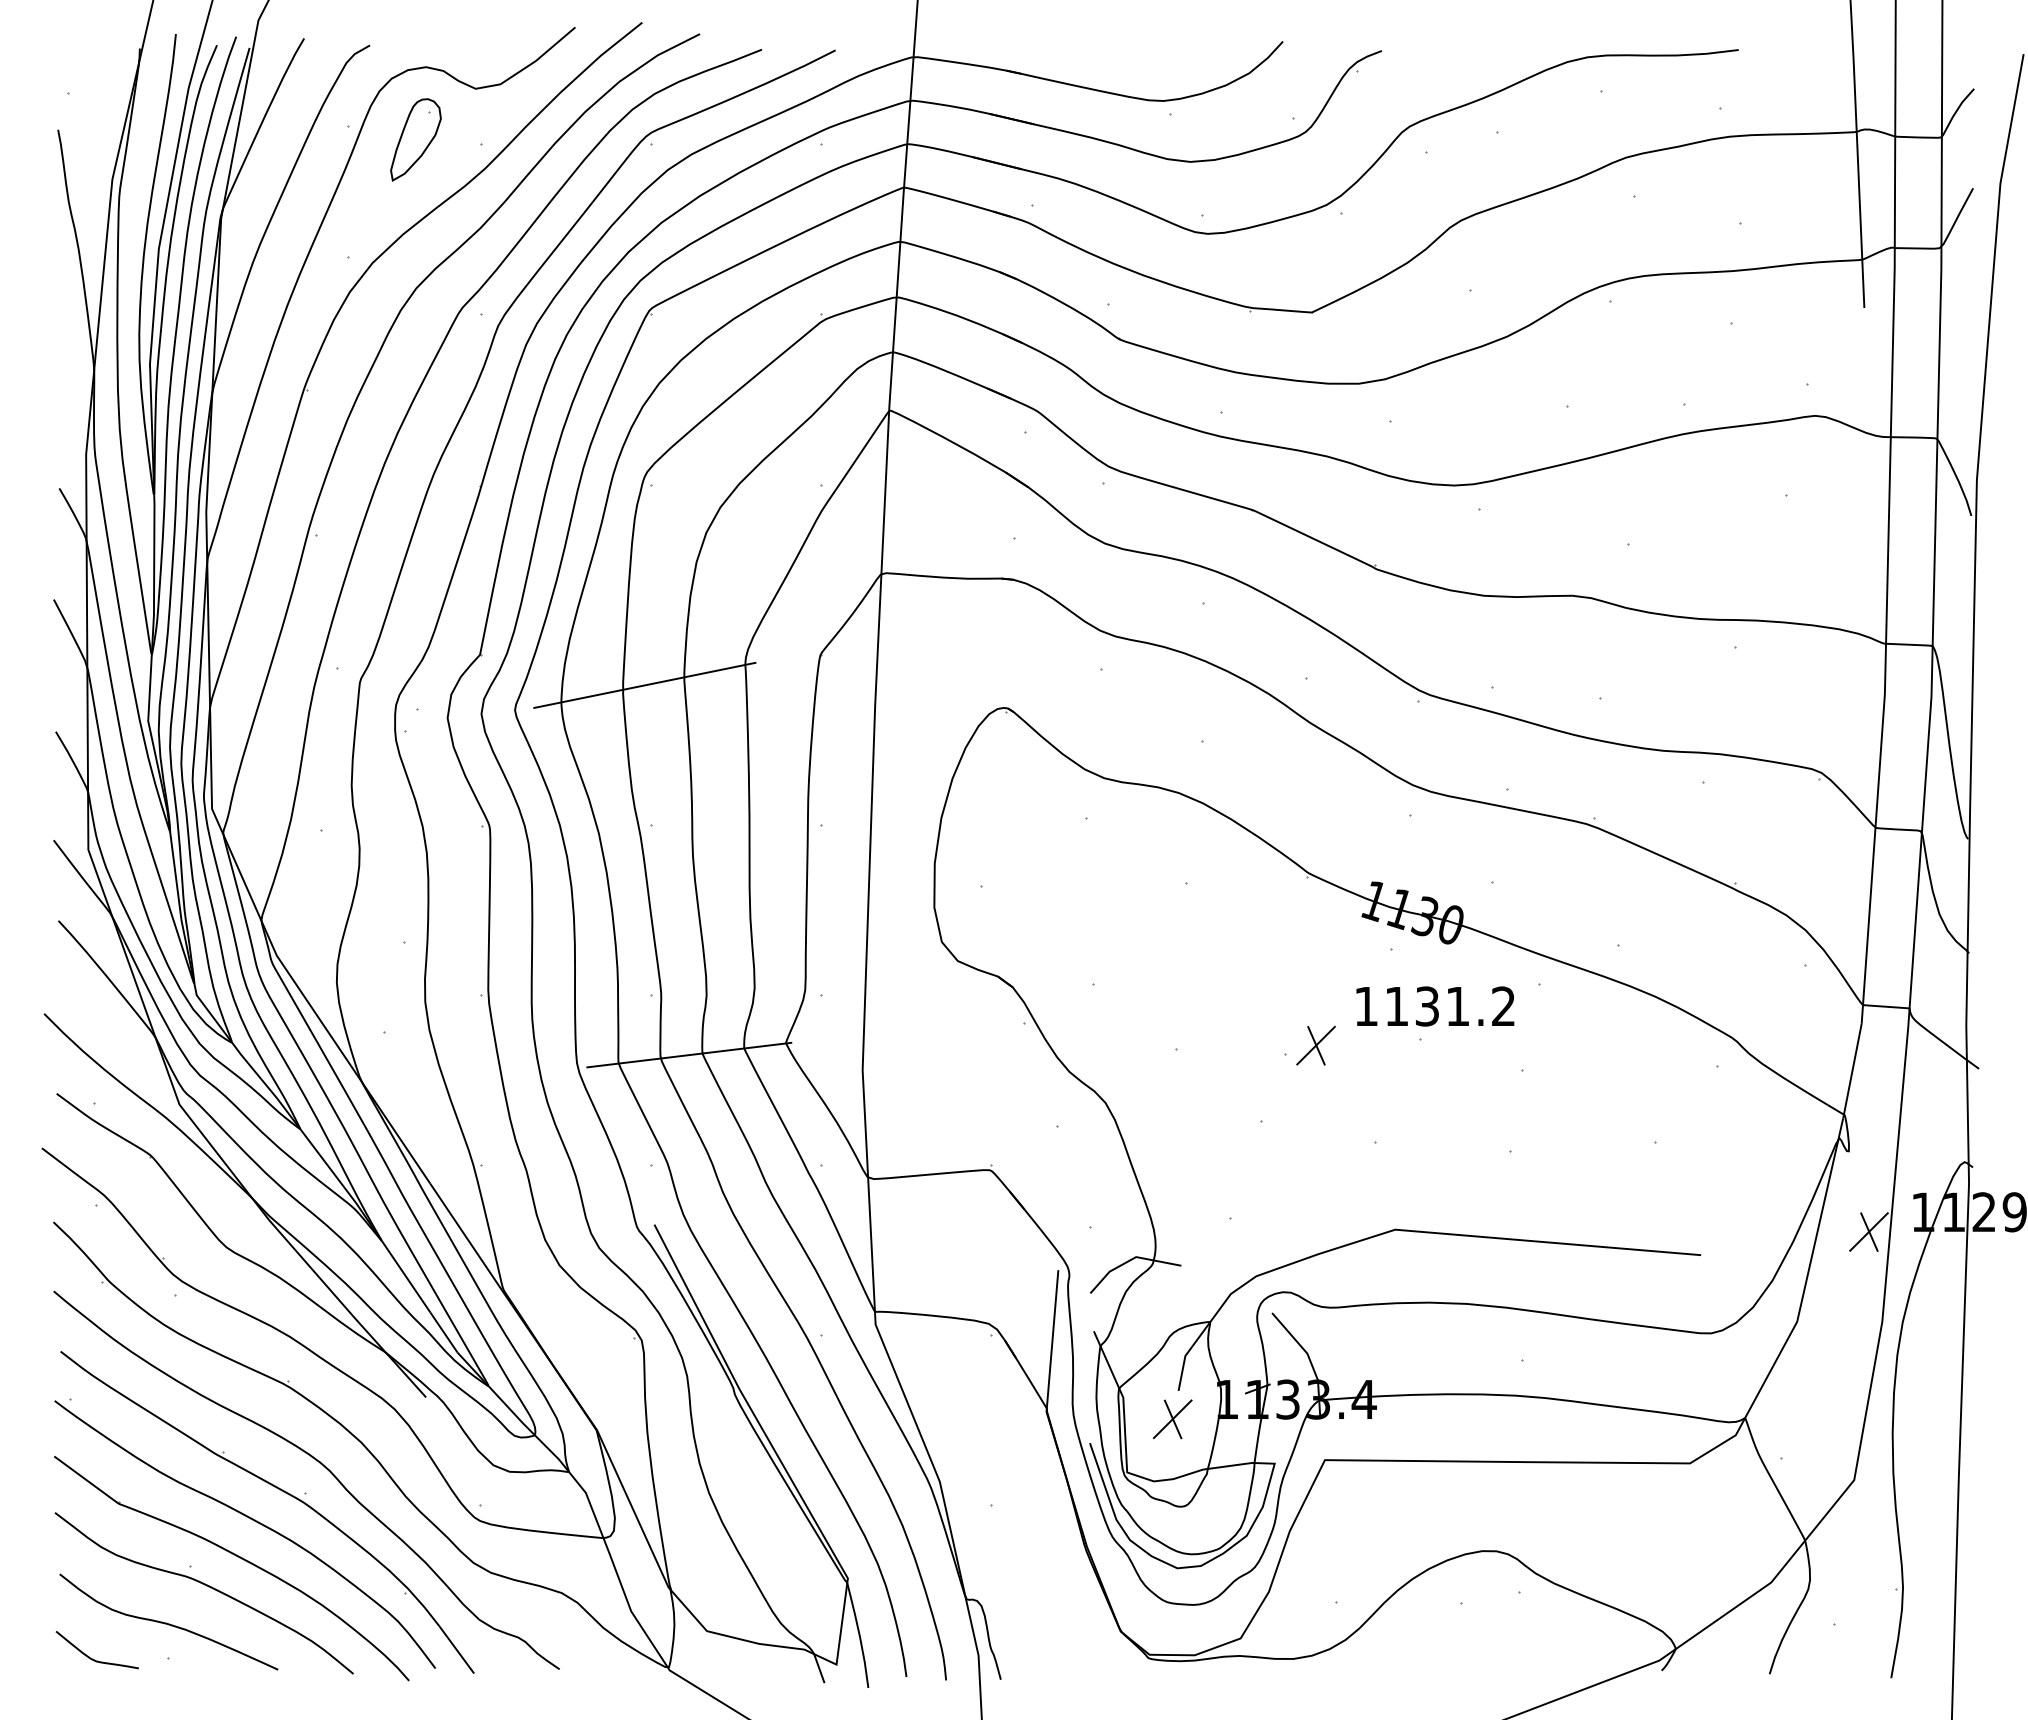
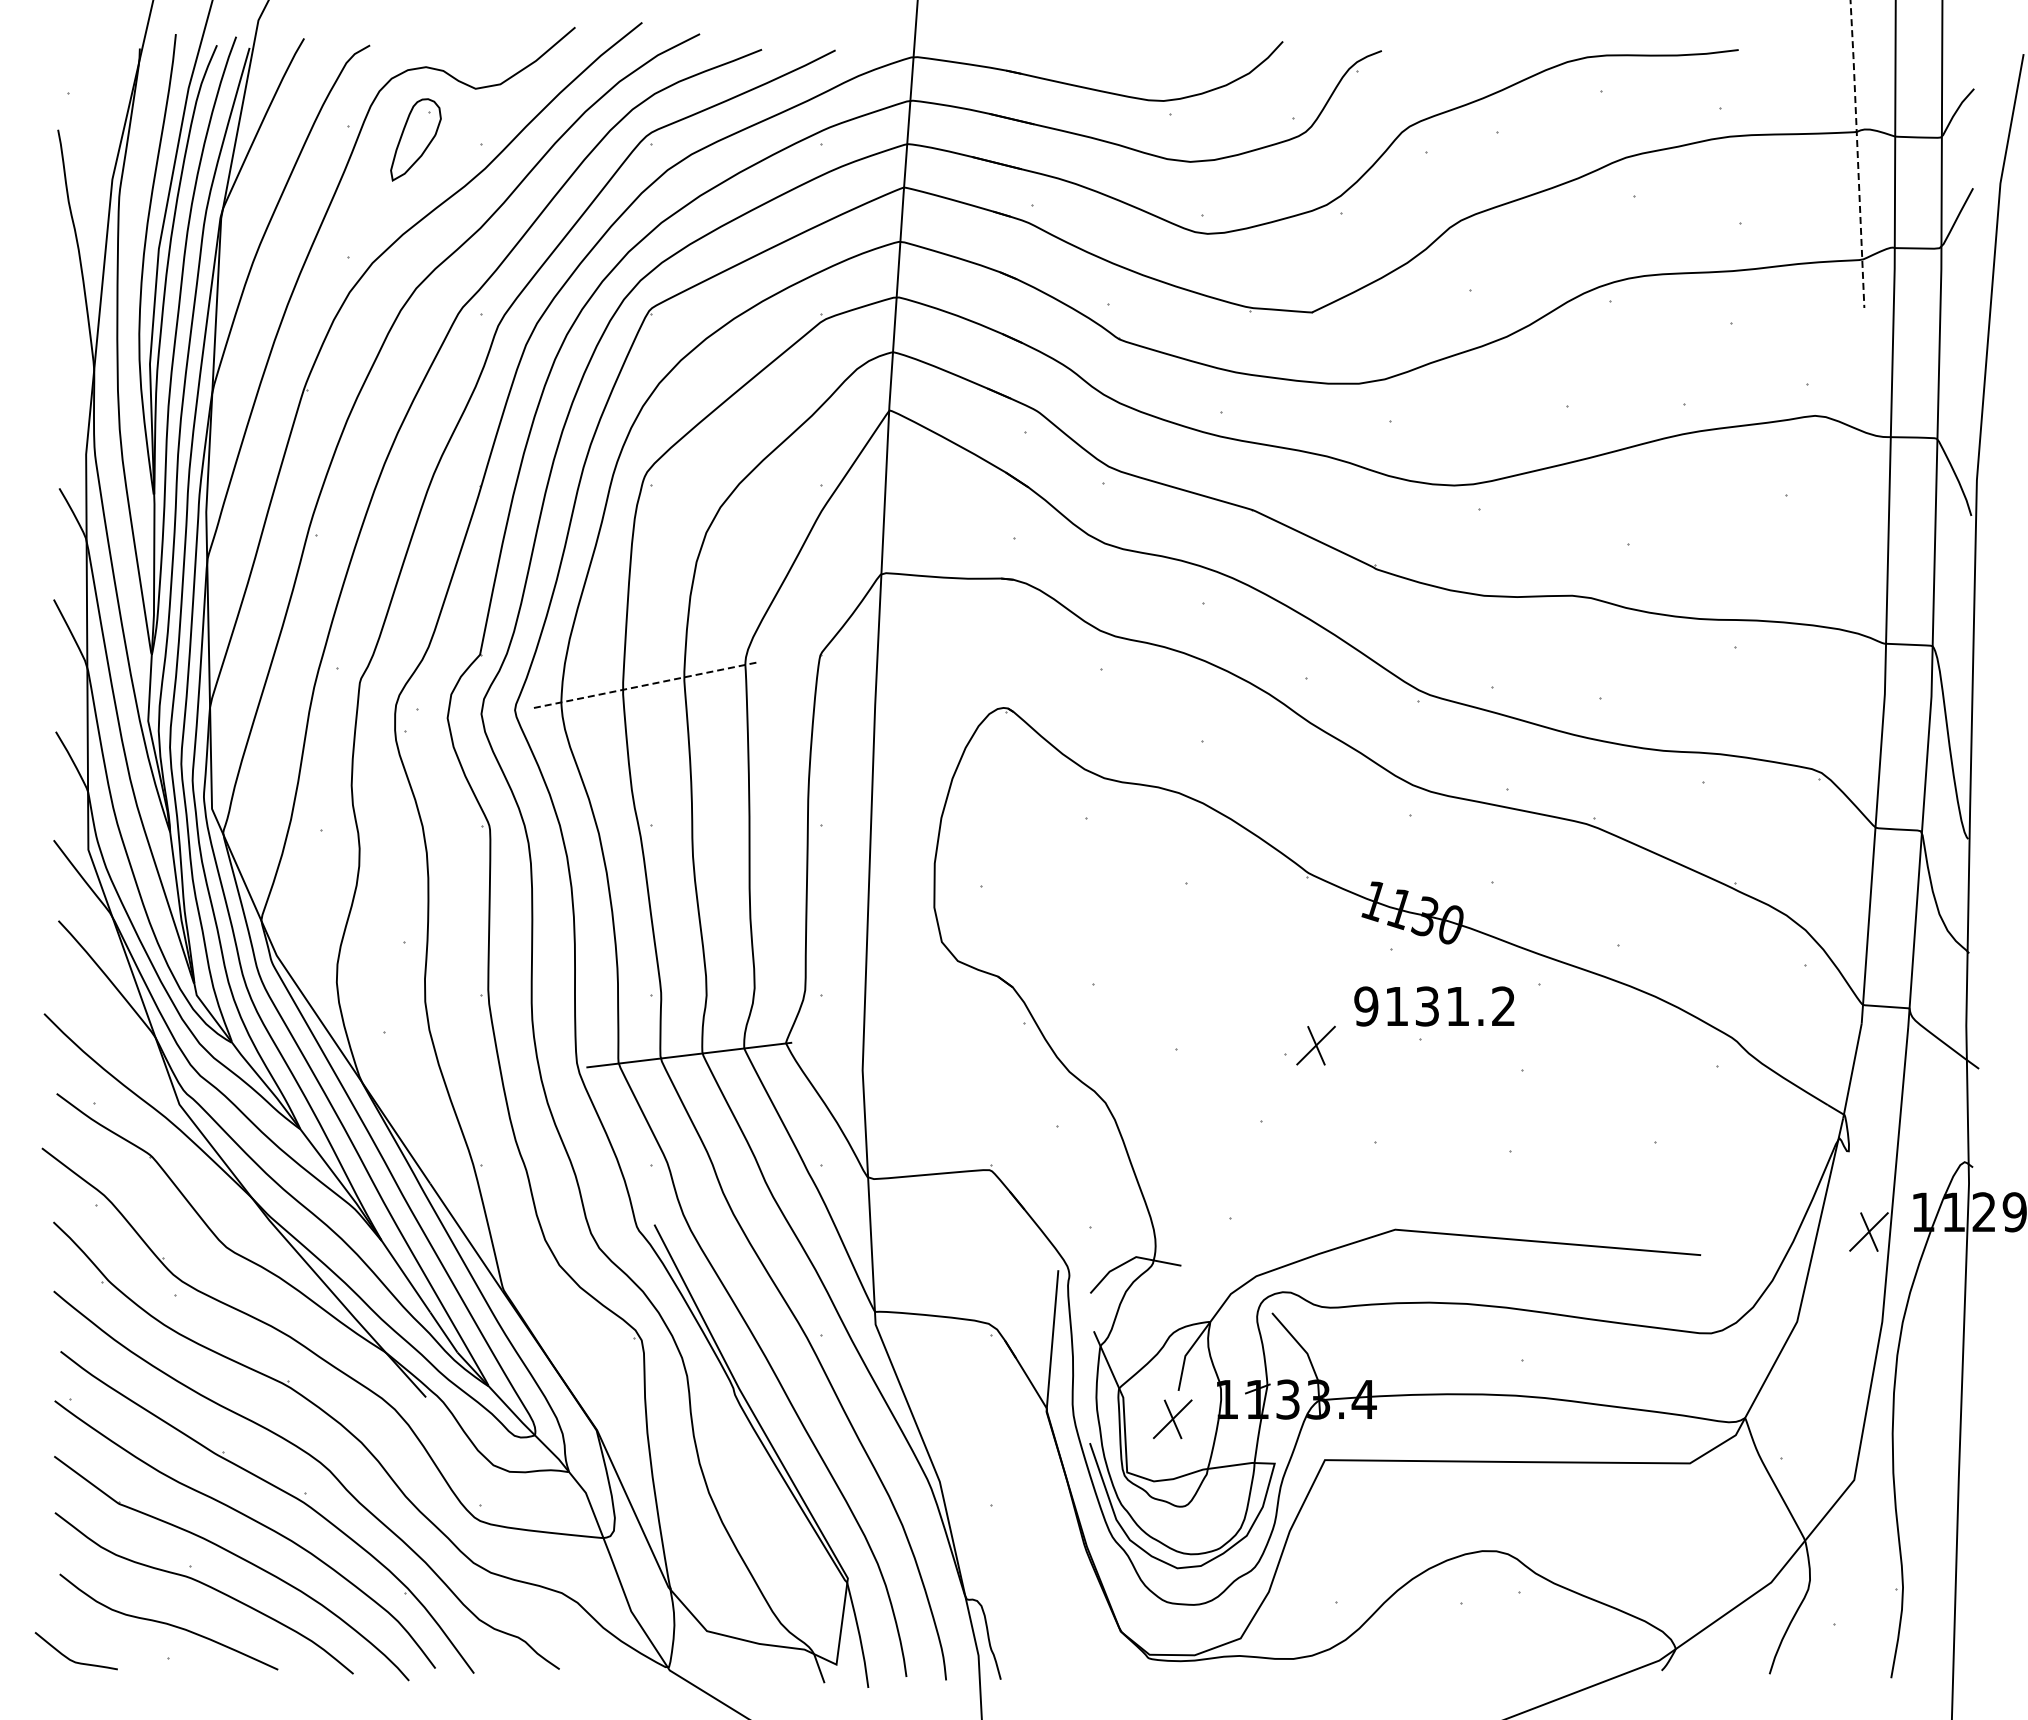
line at (1857, 153): solid -> dashed
line at (644, 685): solid -> dashed
text at (1366, 1006): 1131.2 -> 9131.2
curve at (92, 1658) position: (92, 1658) -> (71, 1659)
